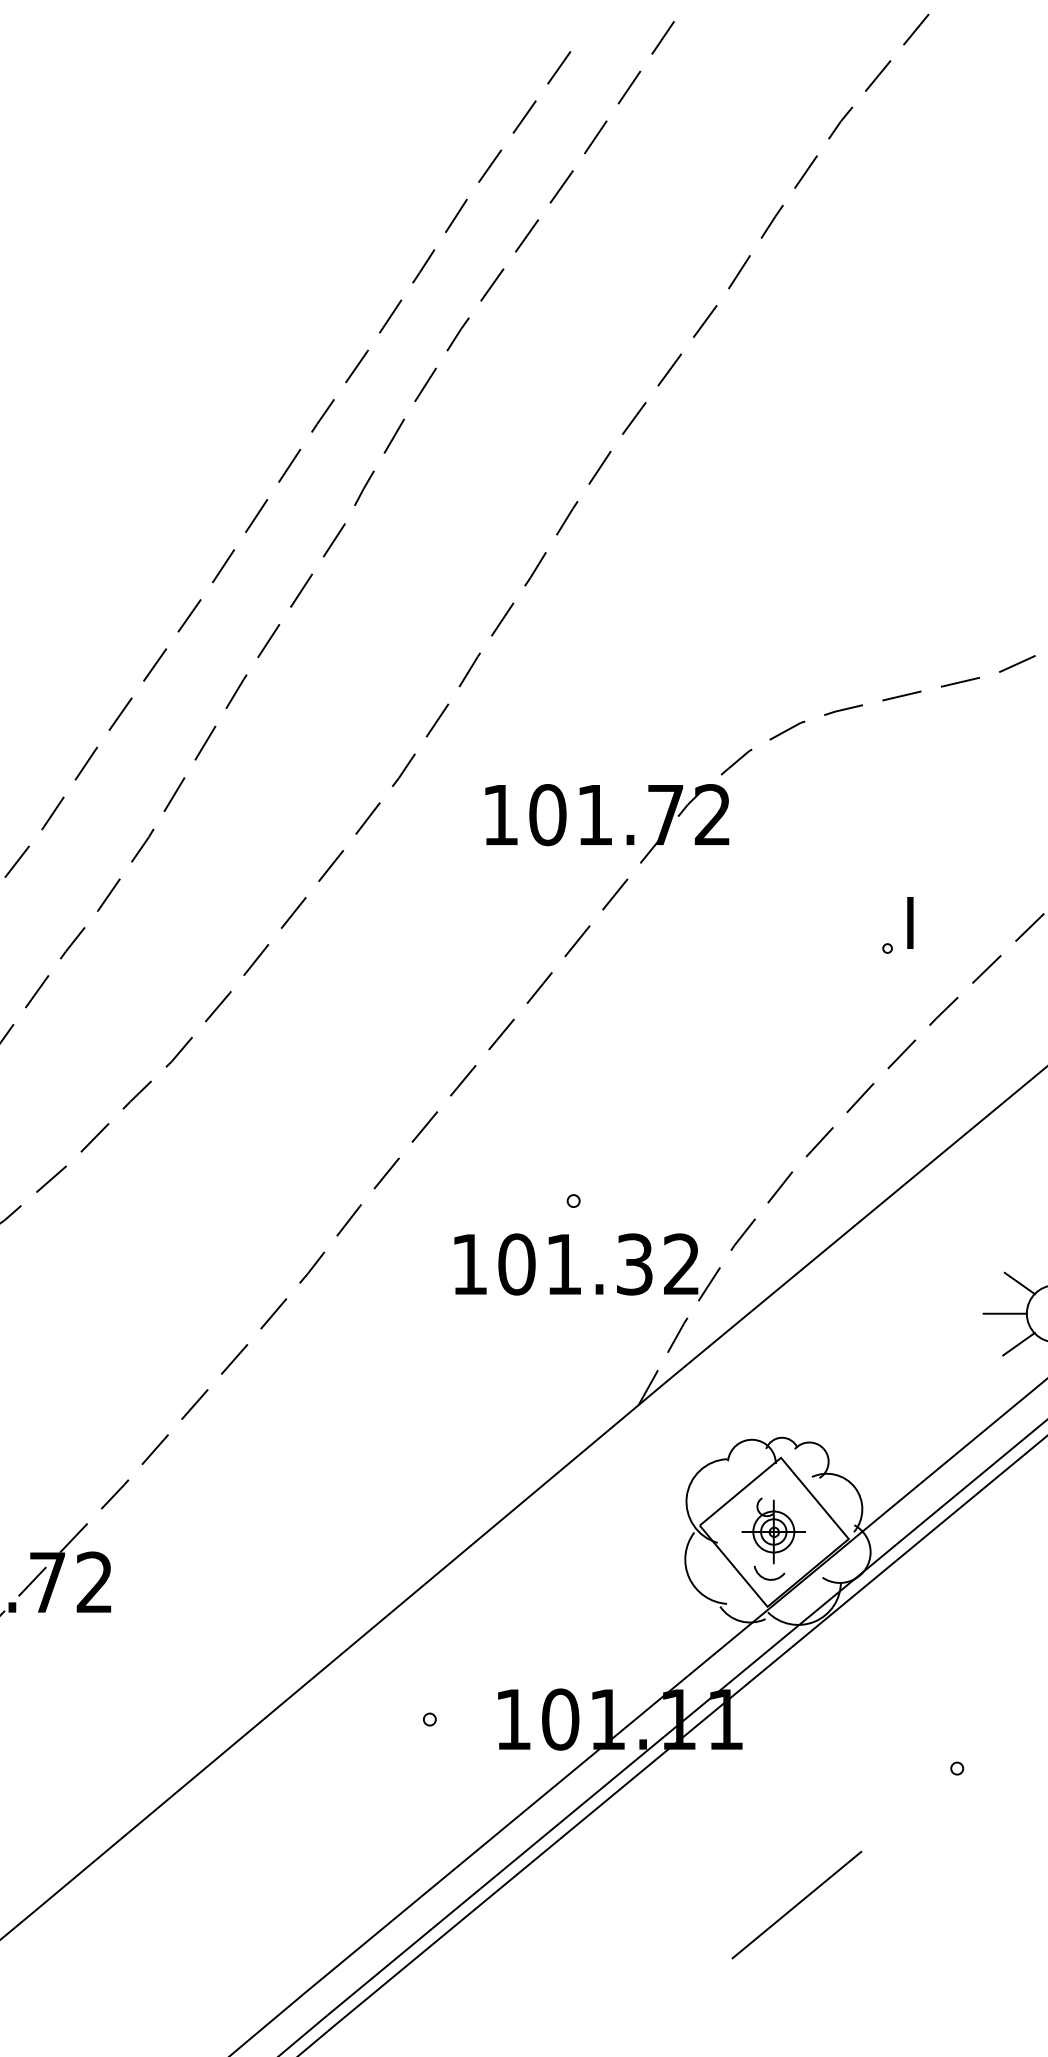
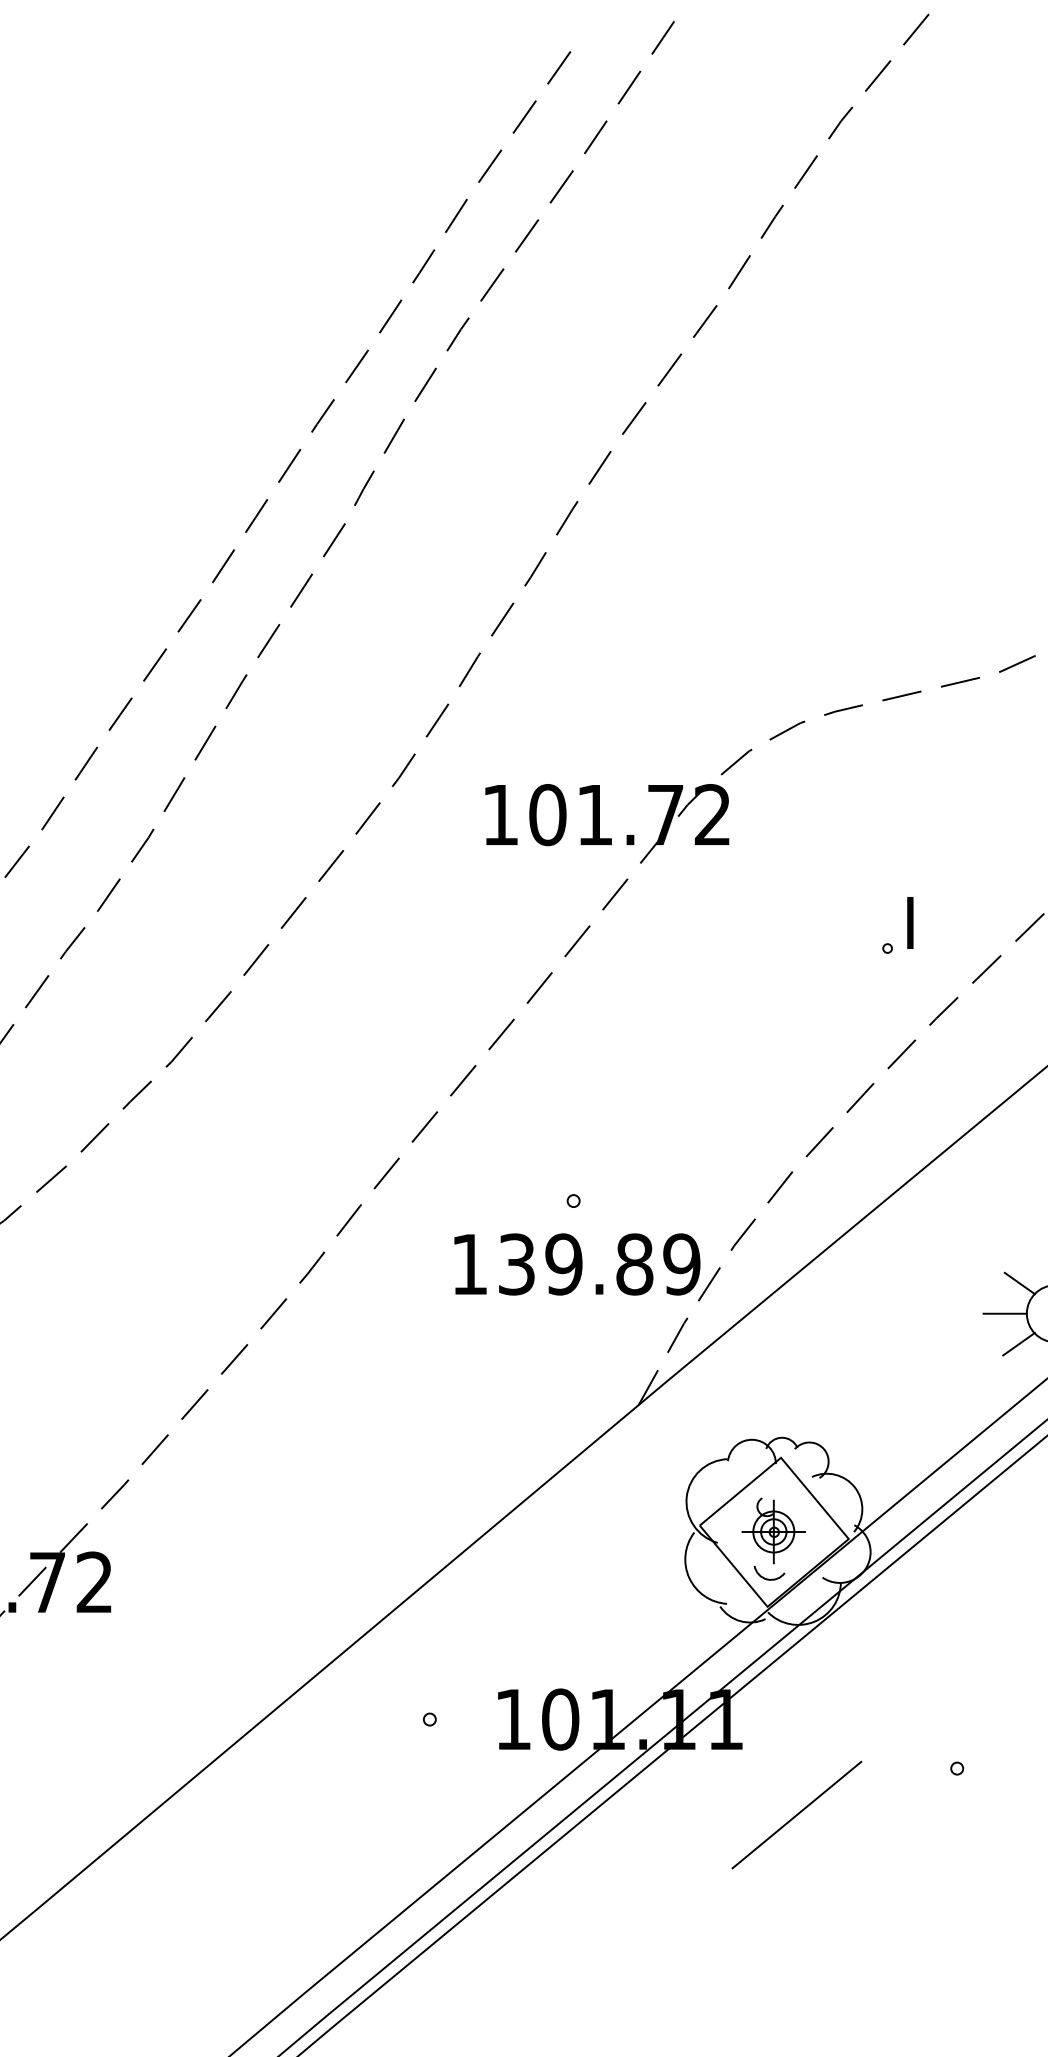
text at (599, 1264): 101.32 -> 139.89
line at (796, 1904) position: (796, 1904) -> (796, 1814)
